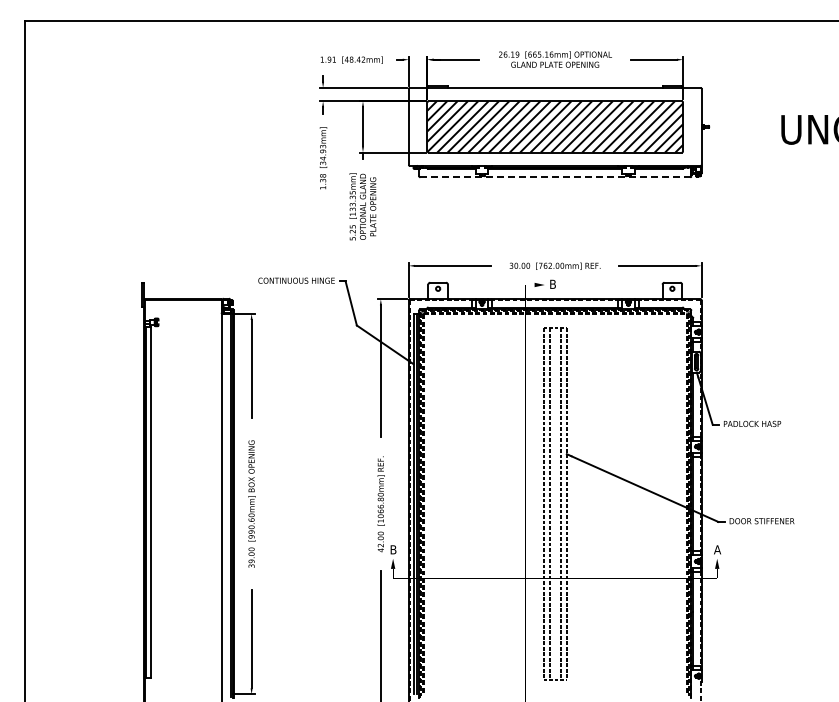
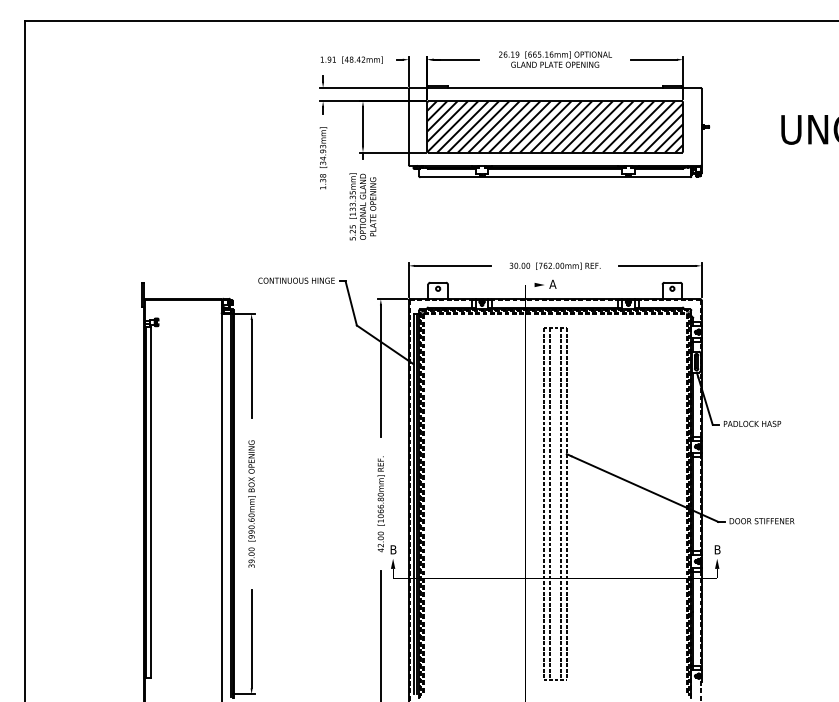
line at (555, 177): dashed -> solid
text at (552, 283): B -> A
text at (717, 549): A -> B
